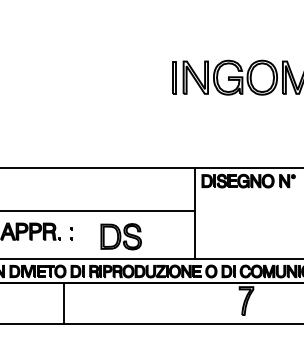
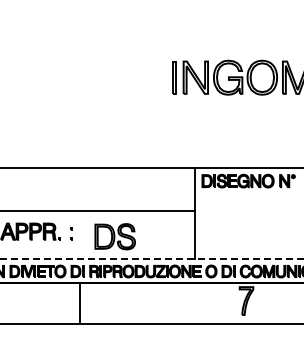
part at (120, 236) position: (120, 236) -> (114, 236)
line at (152, 259): solid -> dashed
line at (63, 303) position: (63, 303) -> (79, 303)
